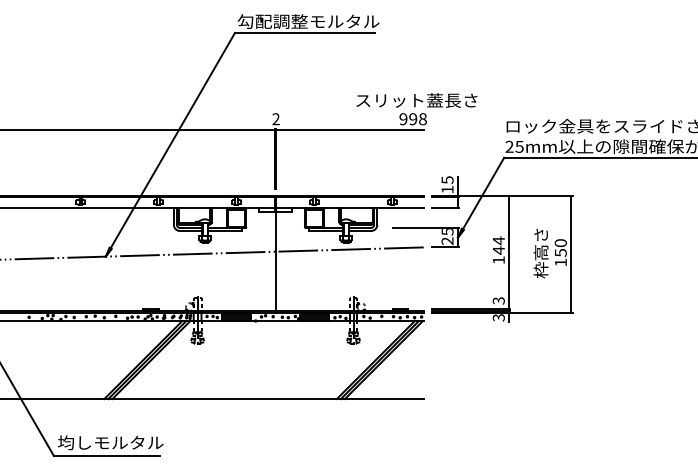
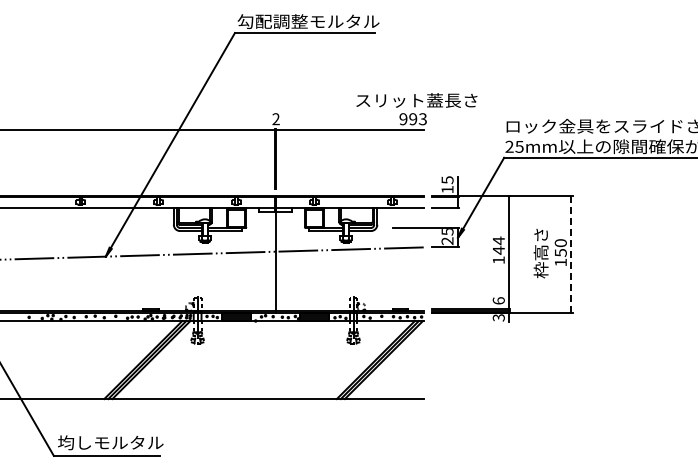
text at (422, 119): 998 -> 993
line at (571, 255): solid -> dashed
text at (498, 300): 3 -> 6
